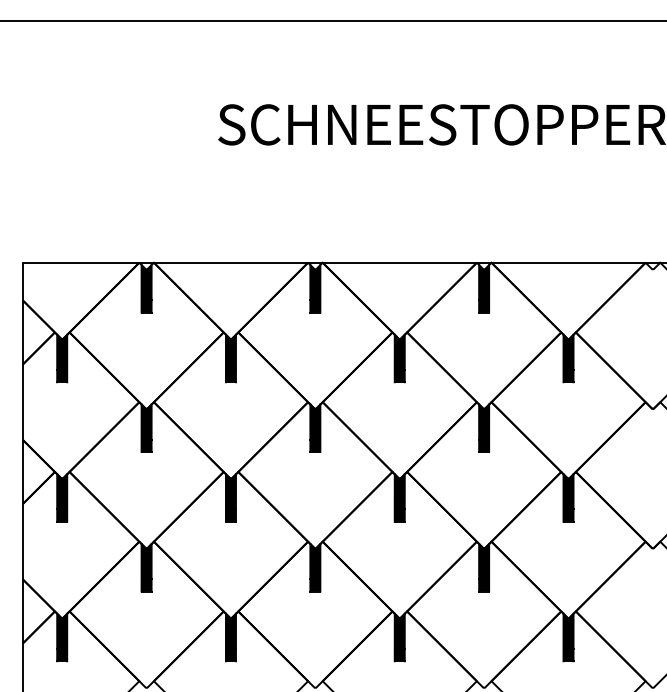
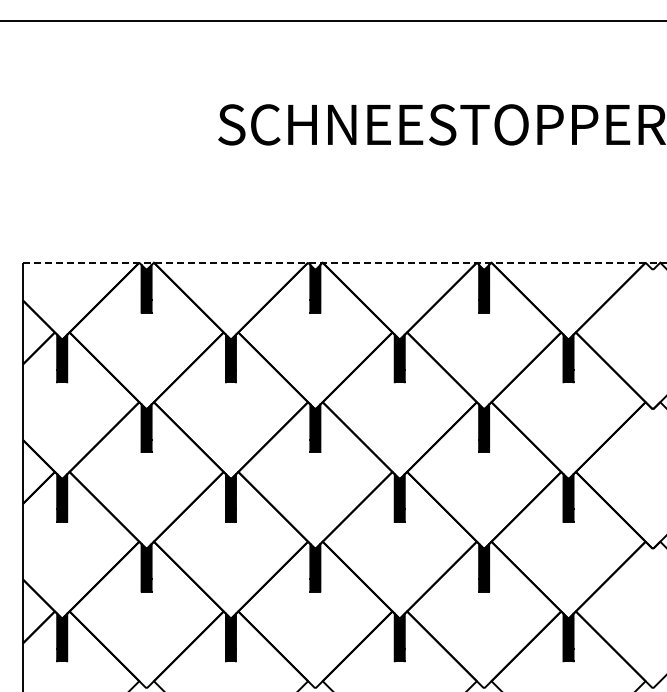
line at (345, 262): solid -> dashed
